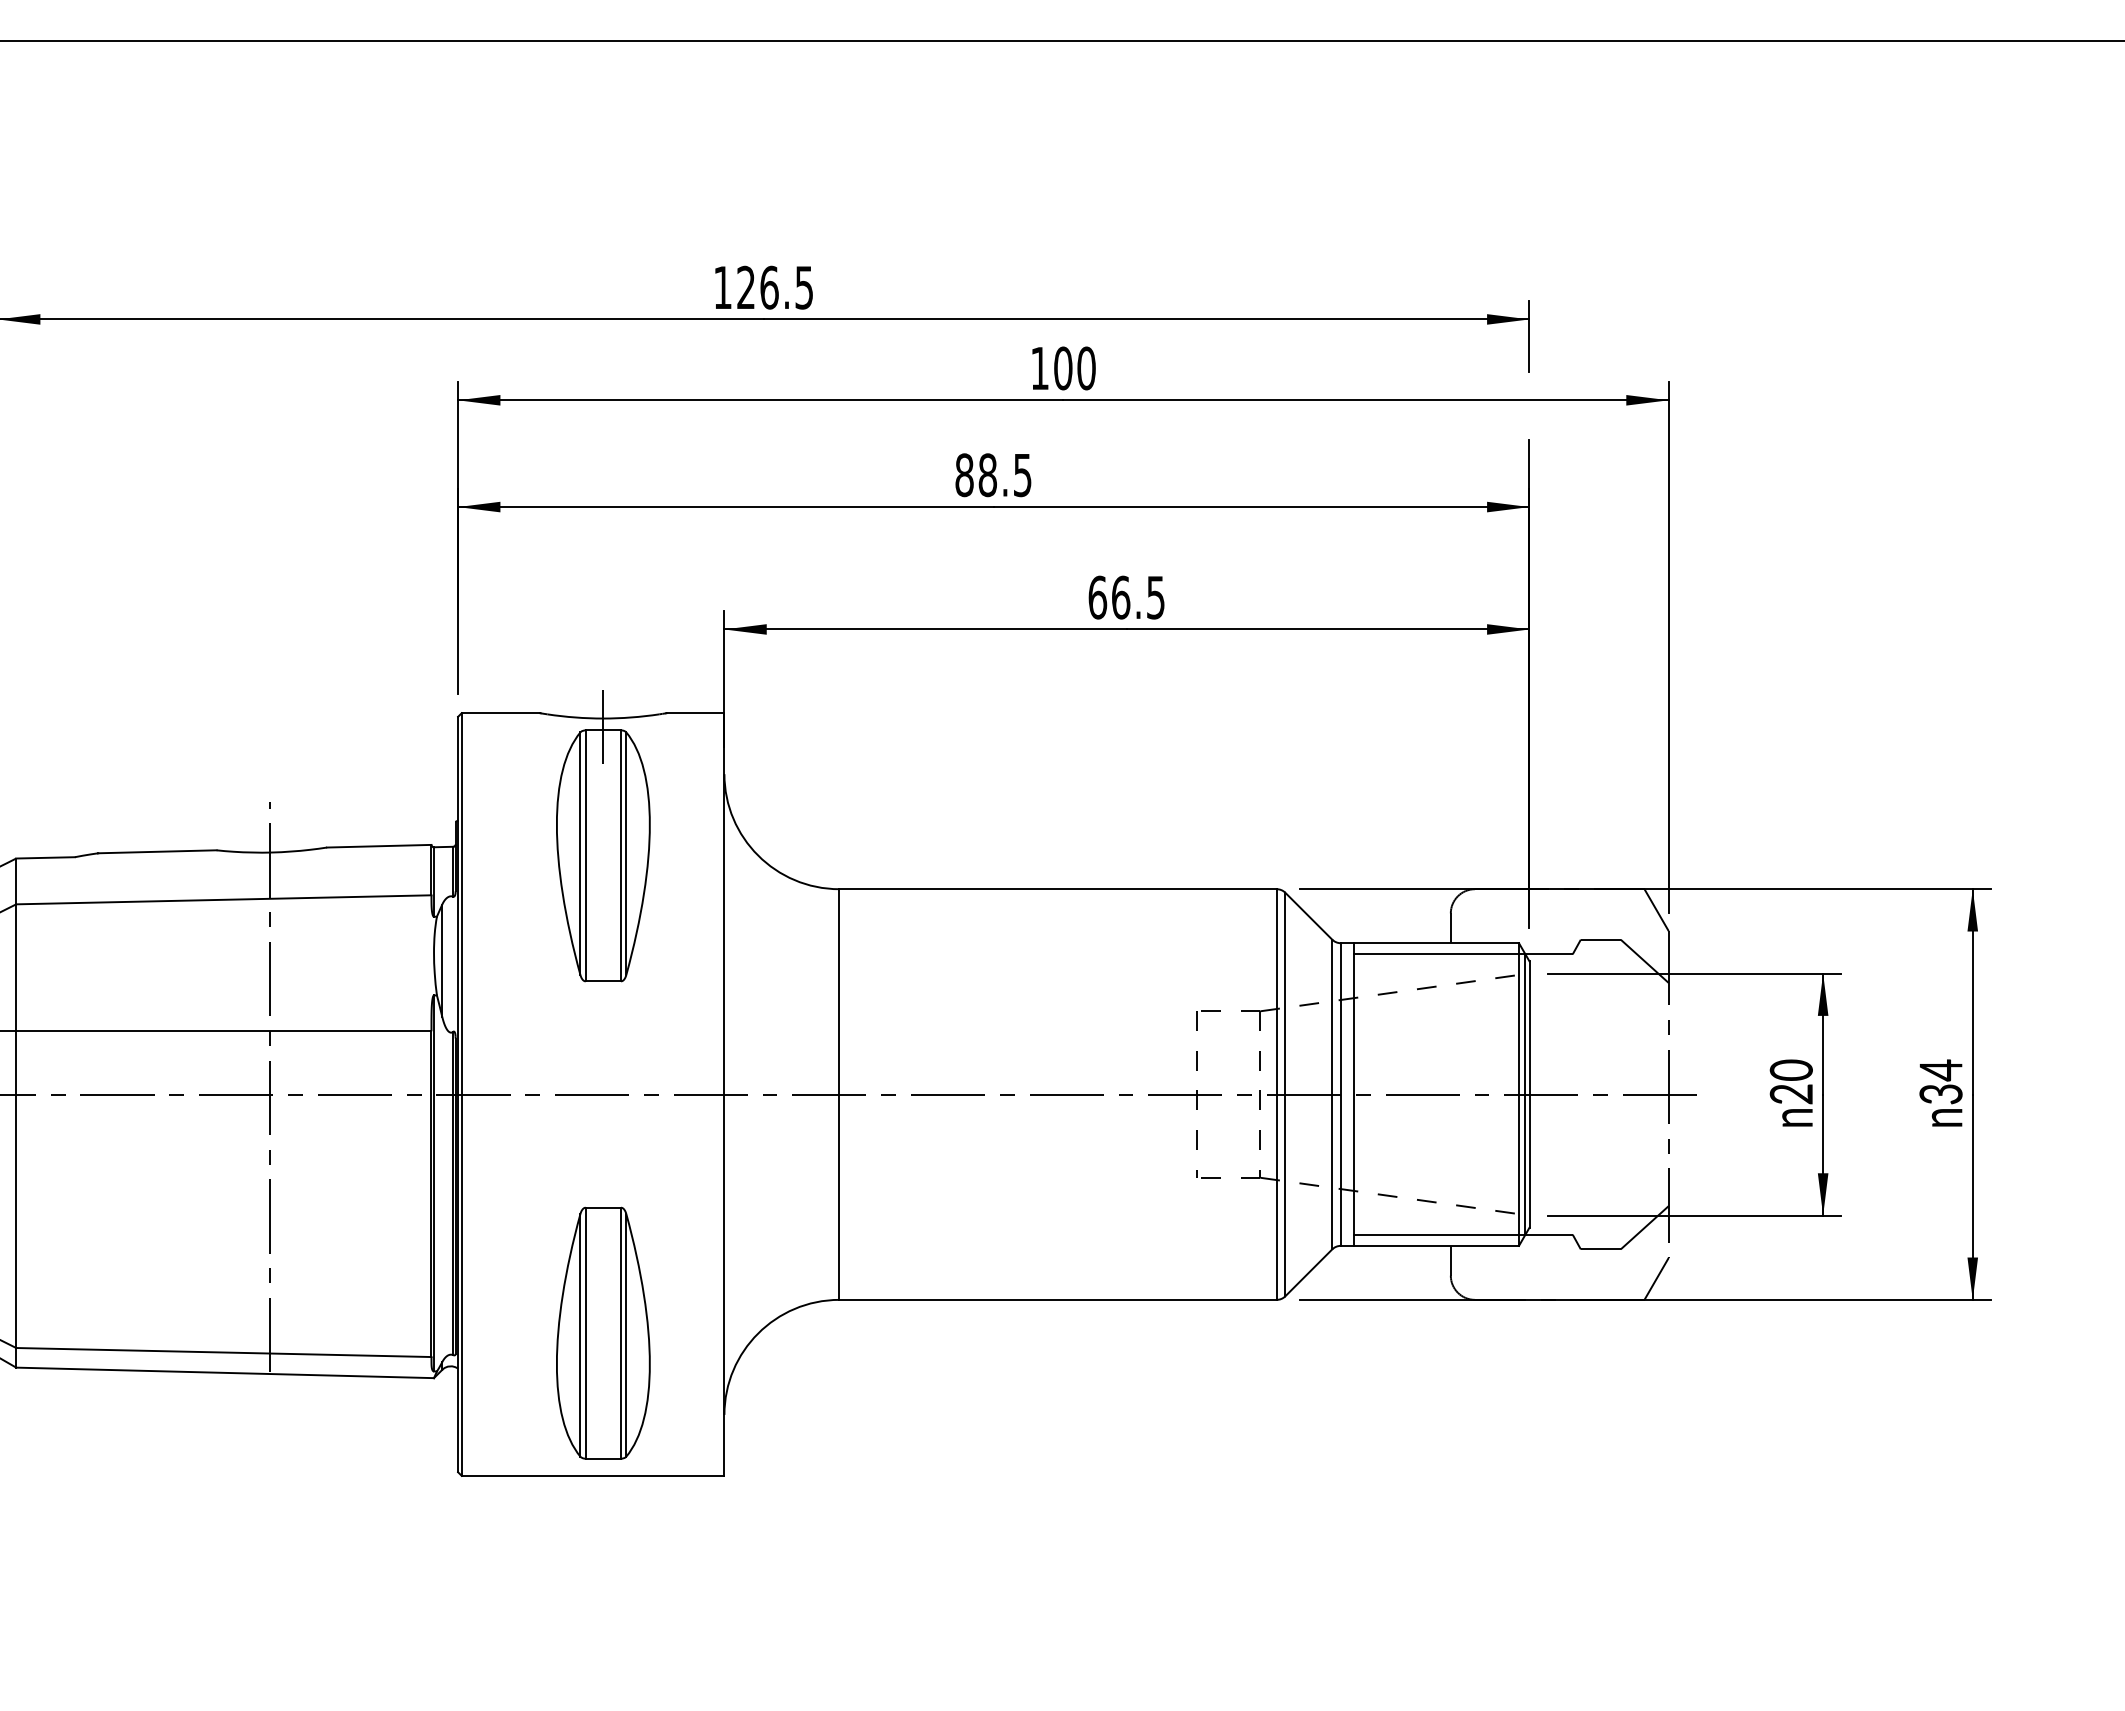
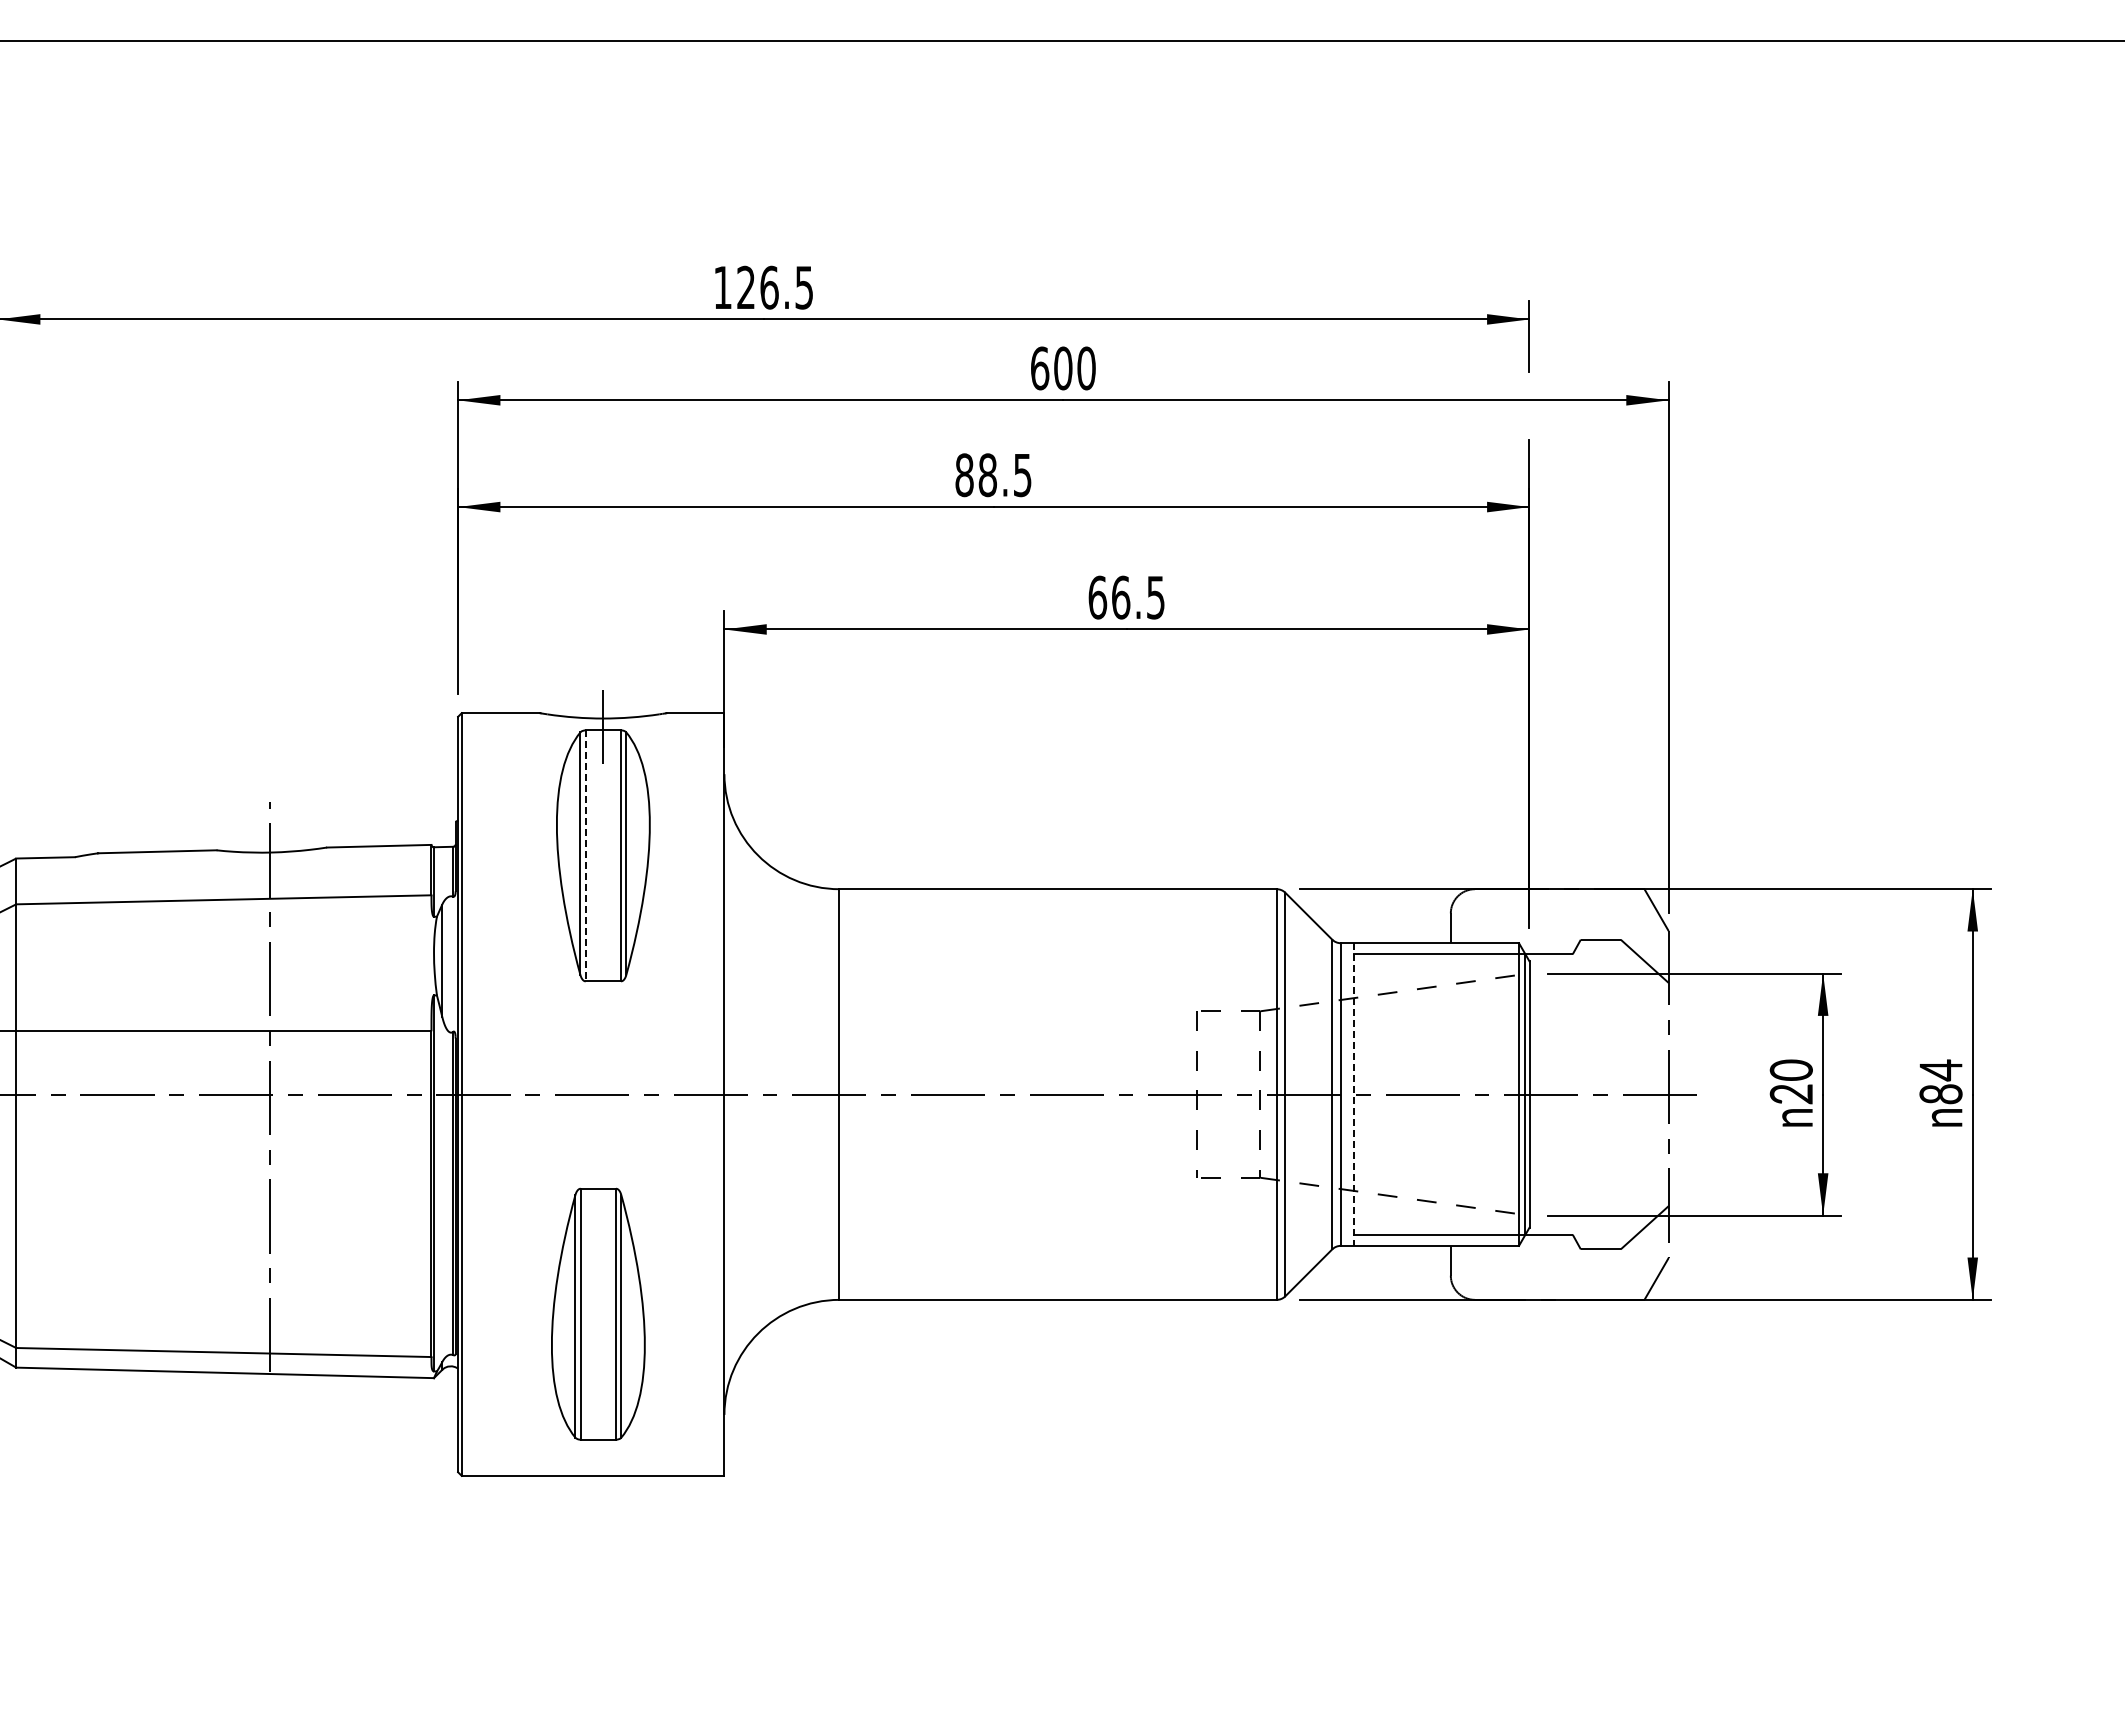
text at (1040, 368): 100 -> 600
line at (585, 856): solid -> dashed
text at (1940, 1094): 34 -> 84
line at (1353, 1095): solid -> dashed
part at (603, 1332) position: (603, 1332) -> (598, 1313)
